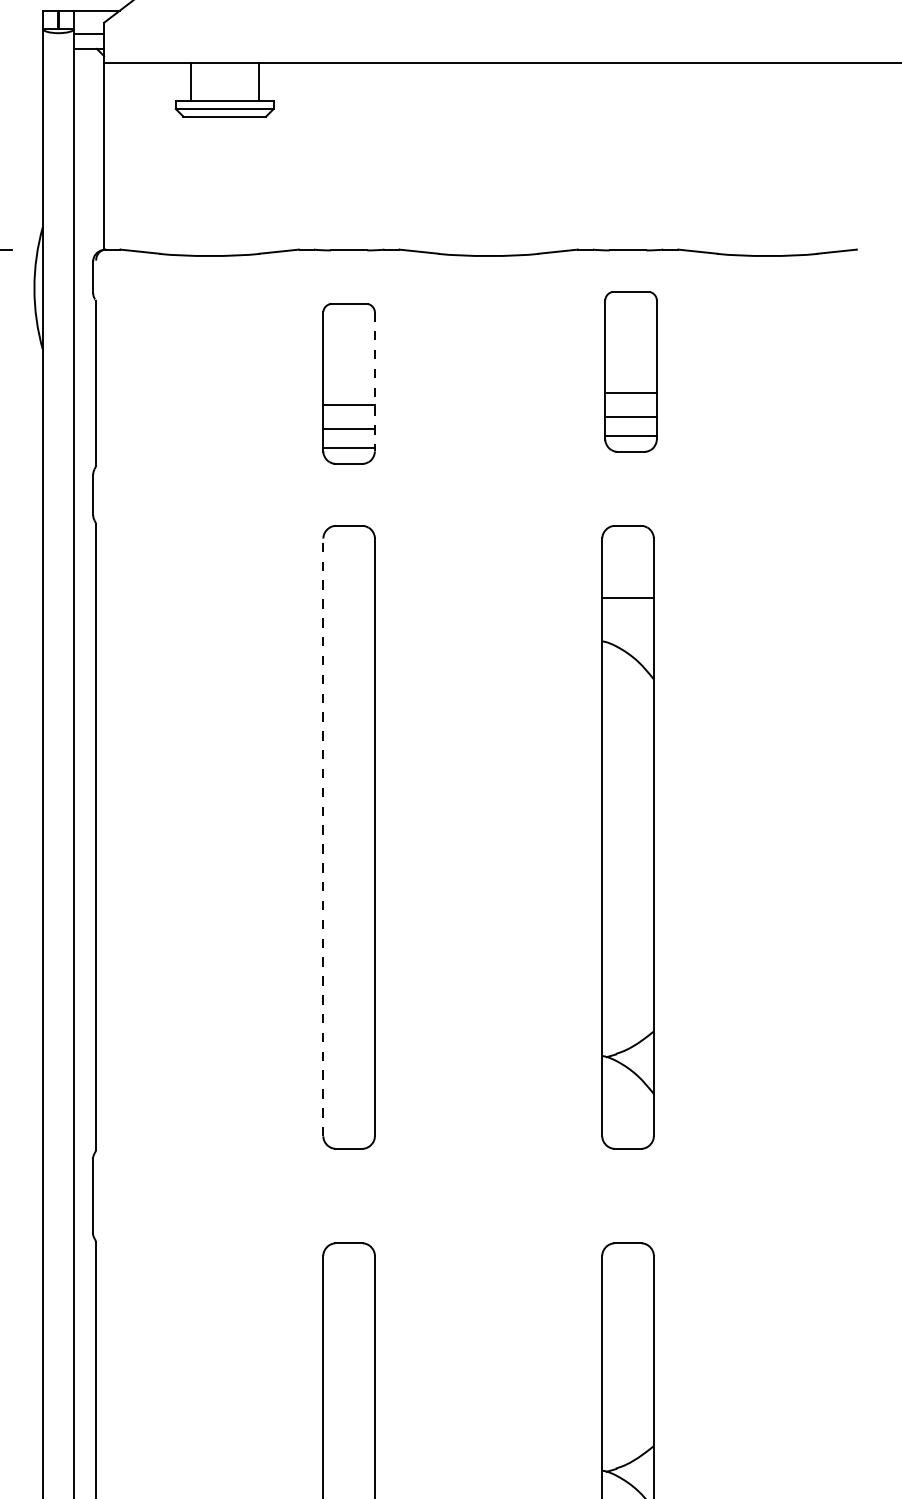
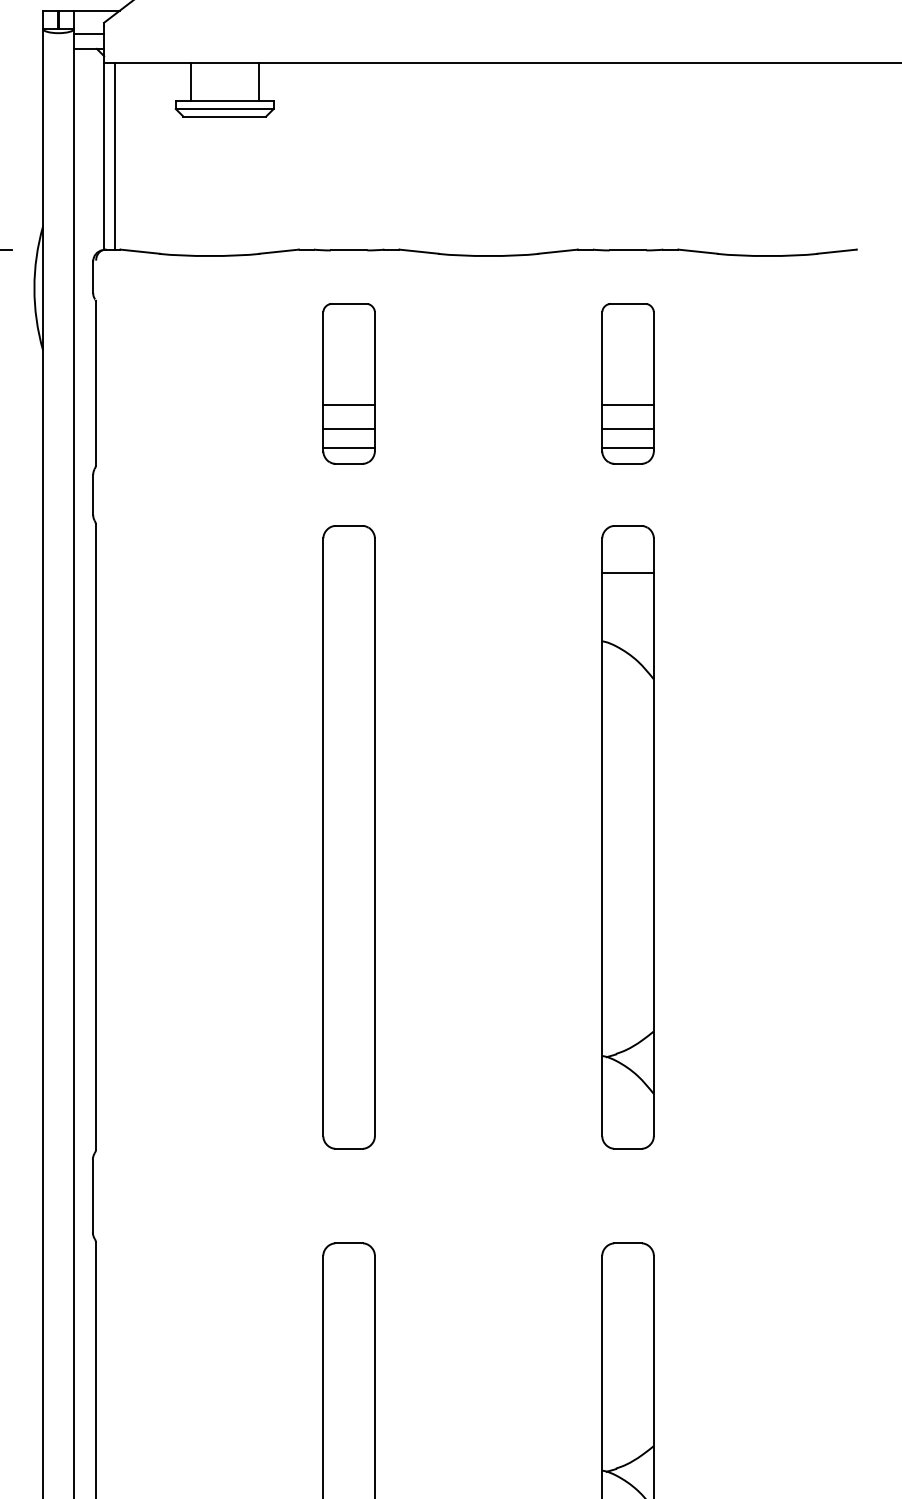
line at (115, 156): none -> present
part at (630, 371) position: (630, 371) -> (627, 383)
line at (374, 381): dashed -> solid
line at (627, 597) position: (627, 597) -> (627, 572)
line at (323, 836): dashed -> solid
